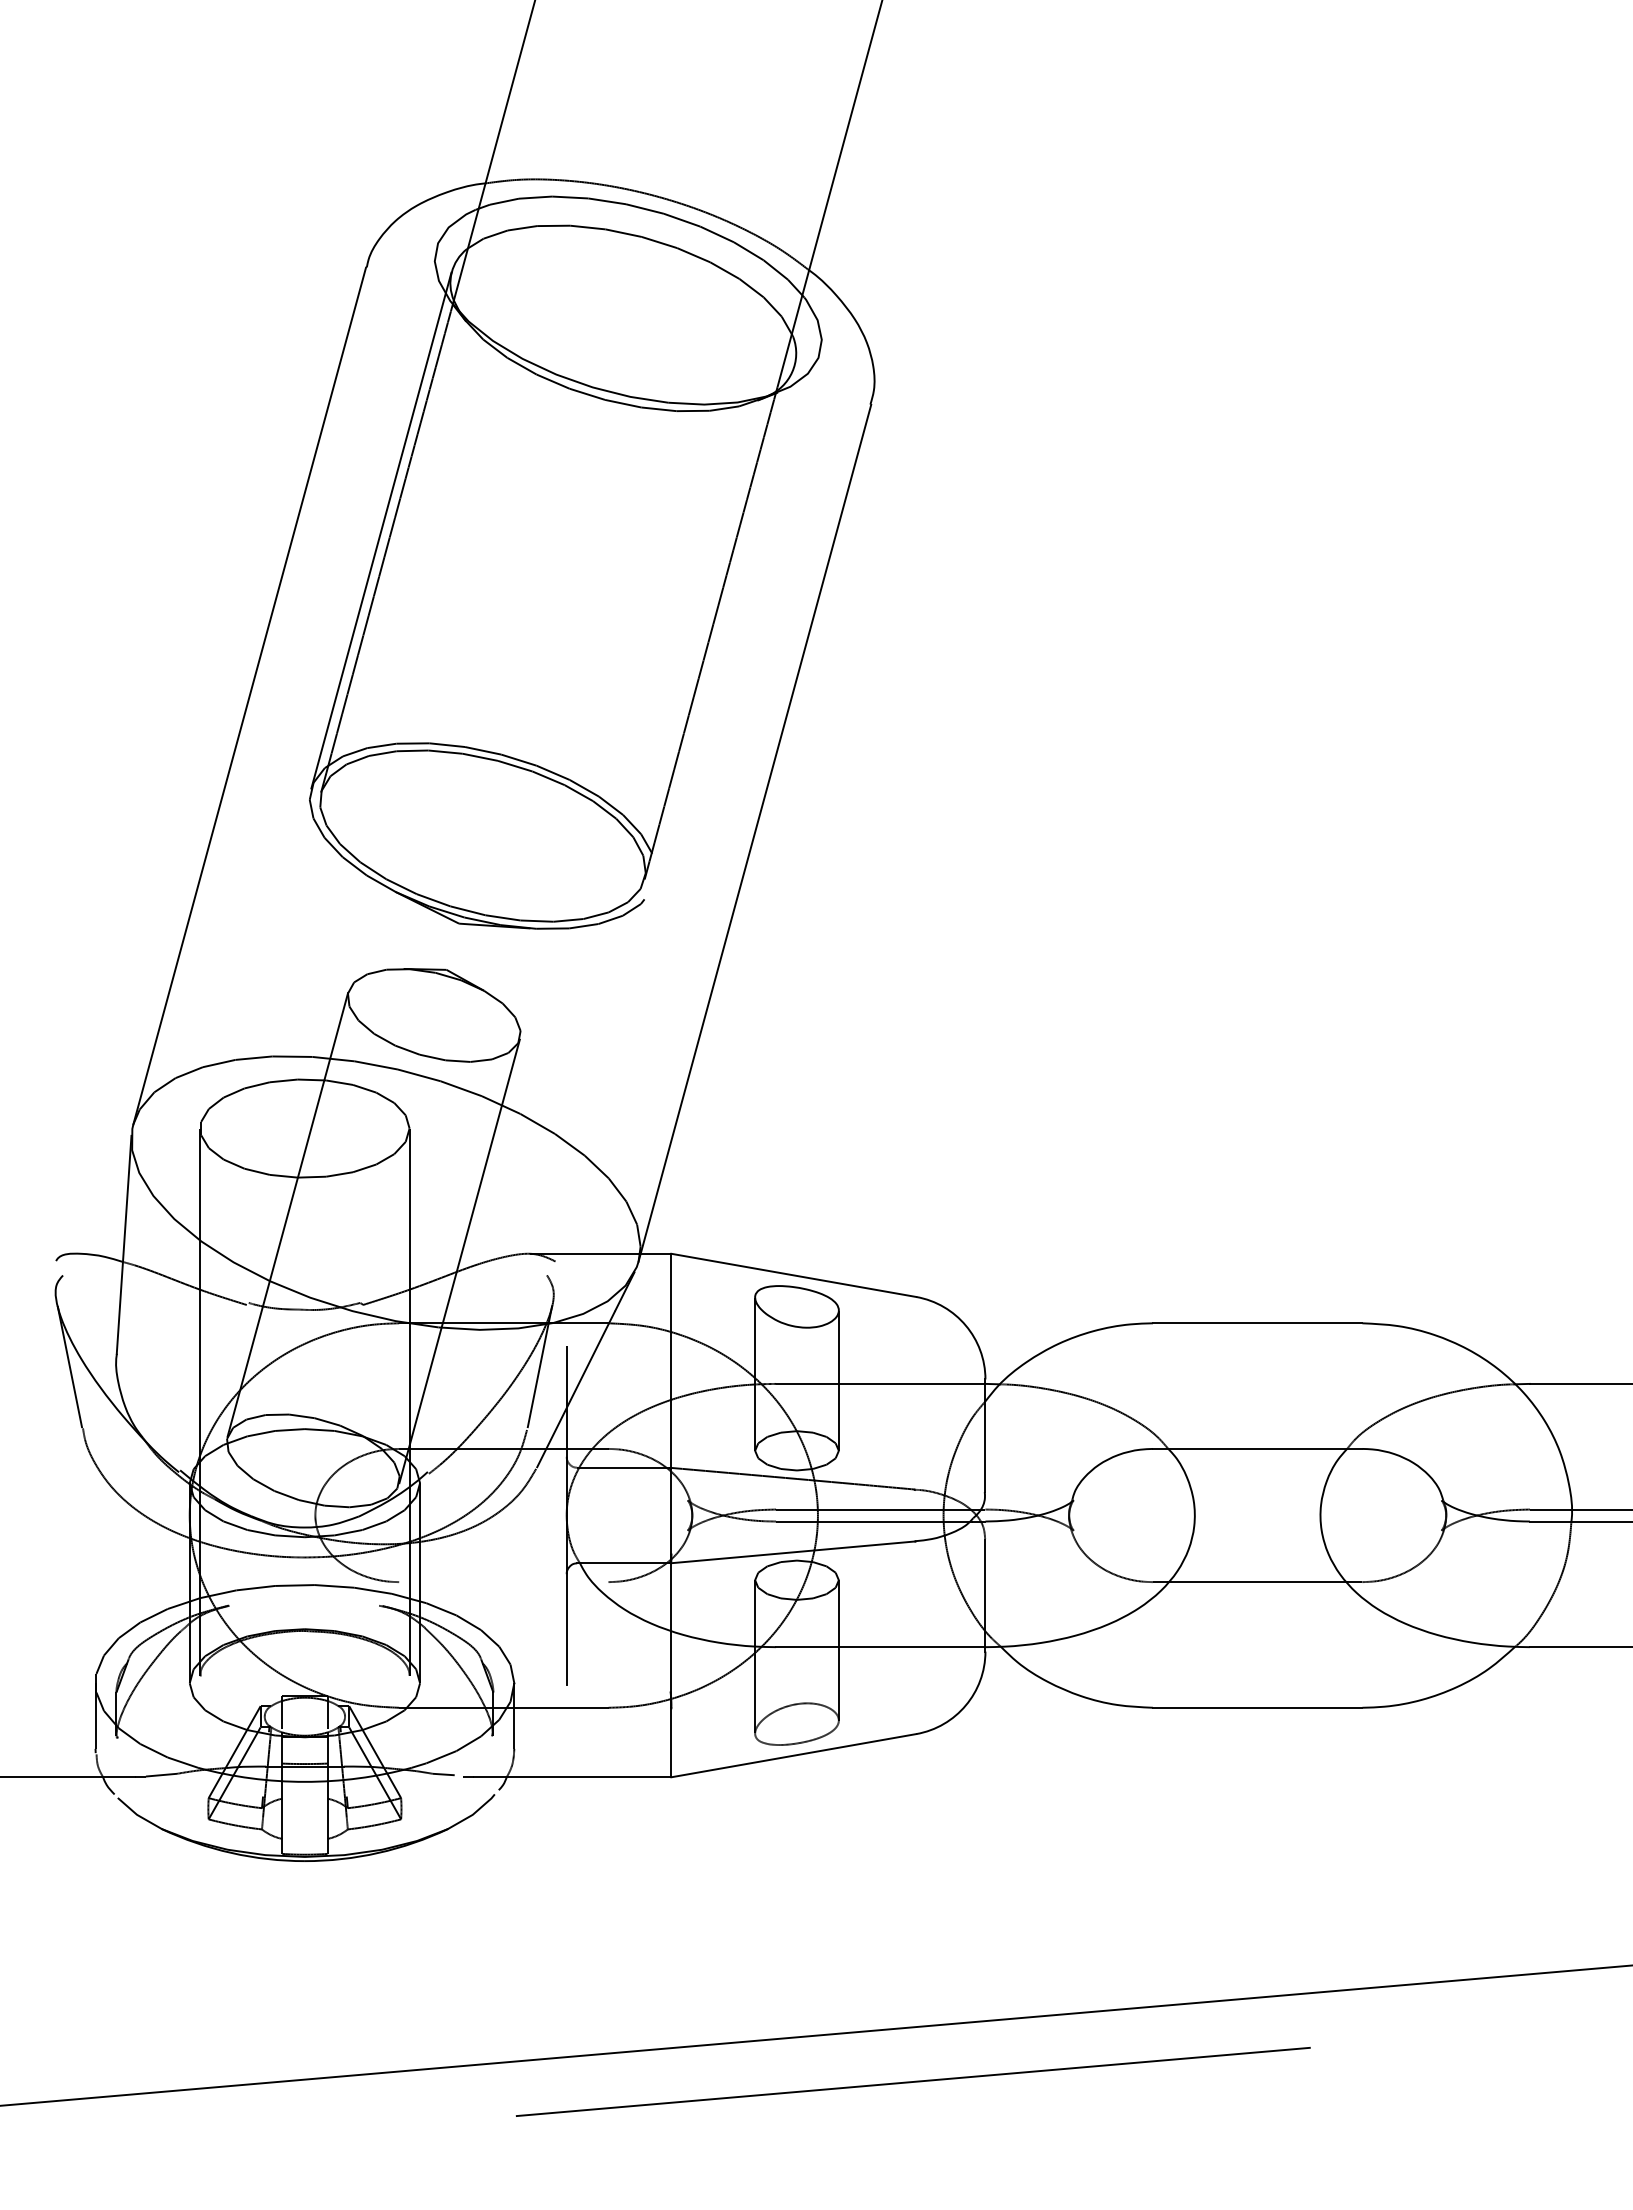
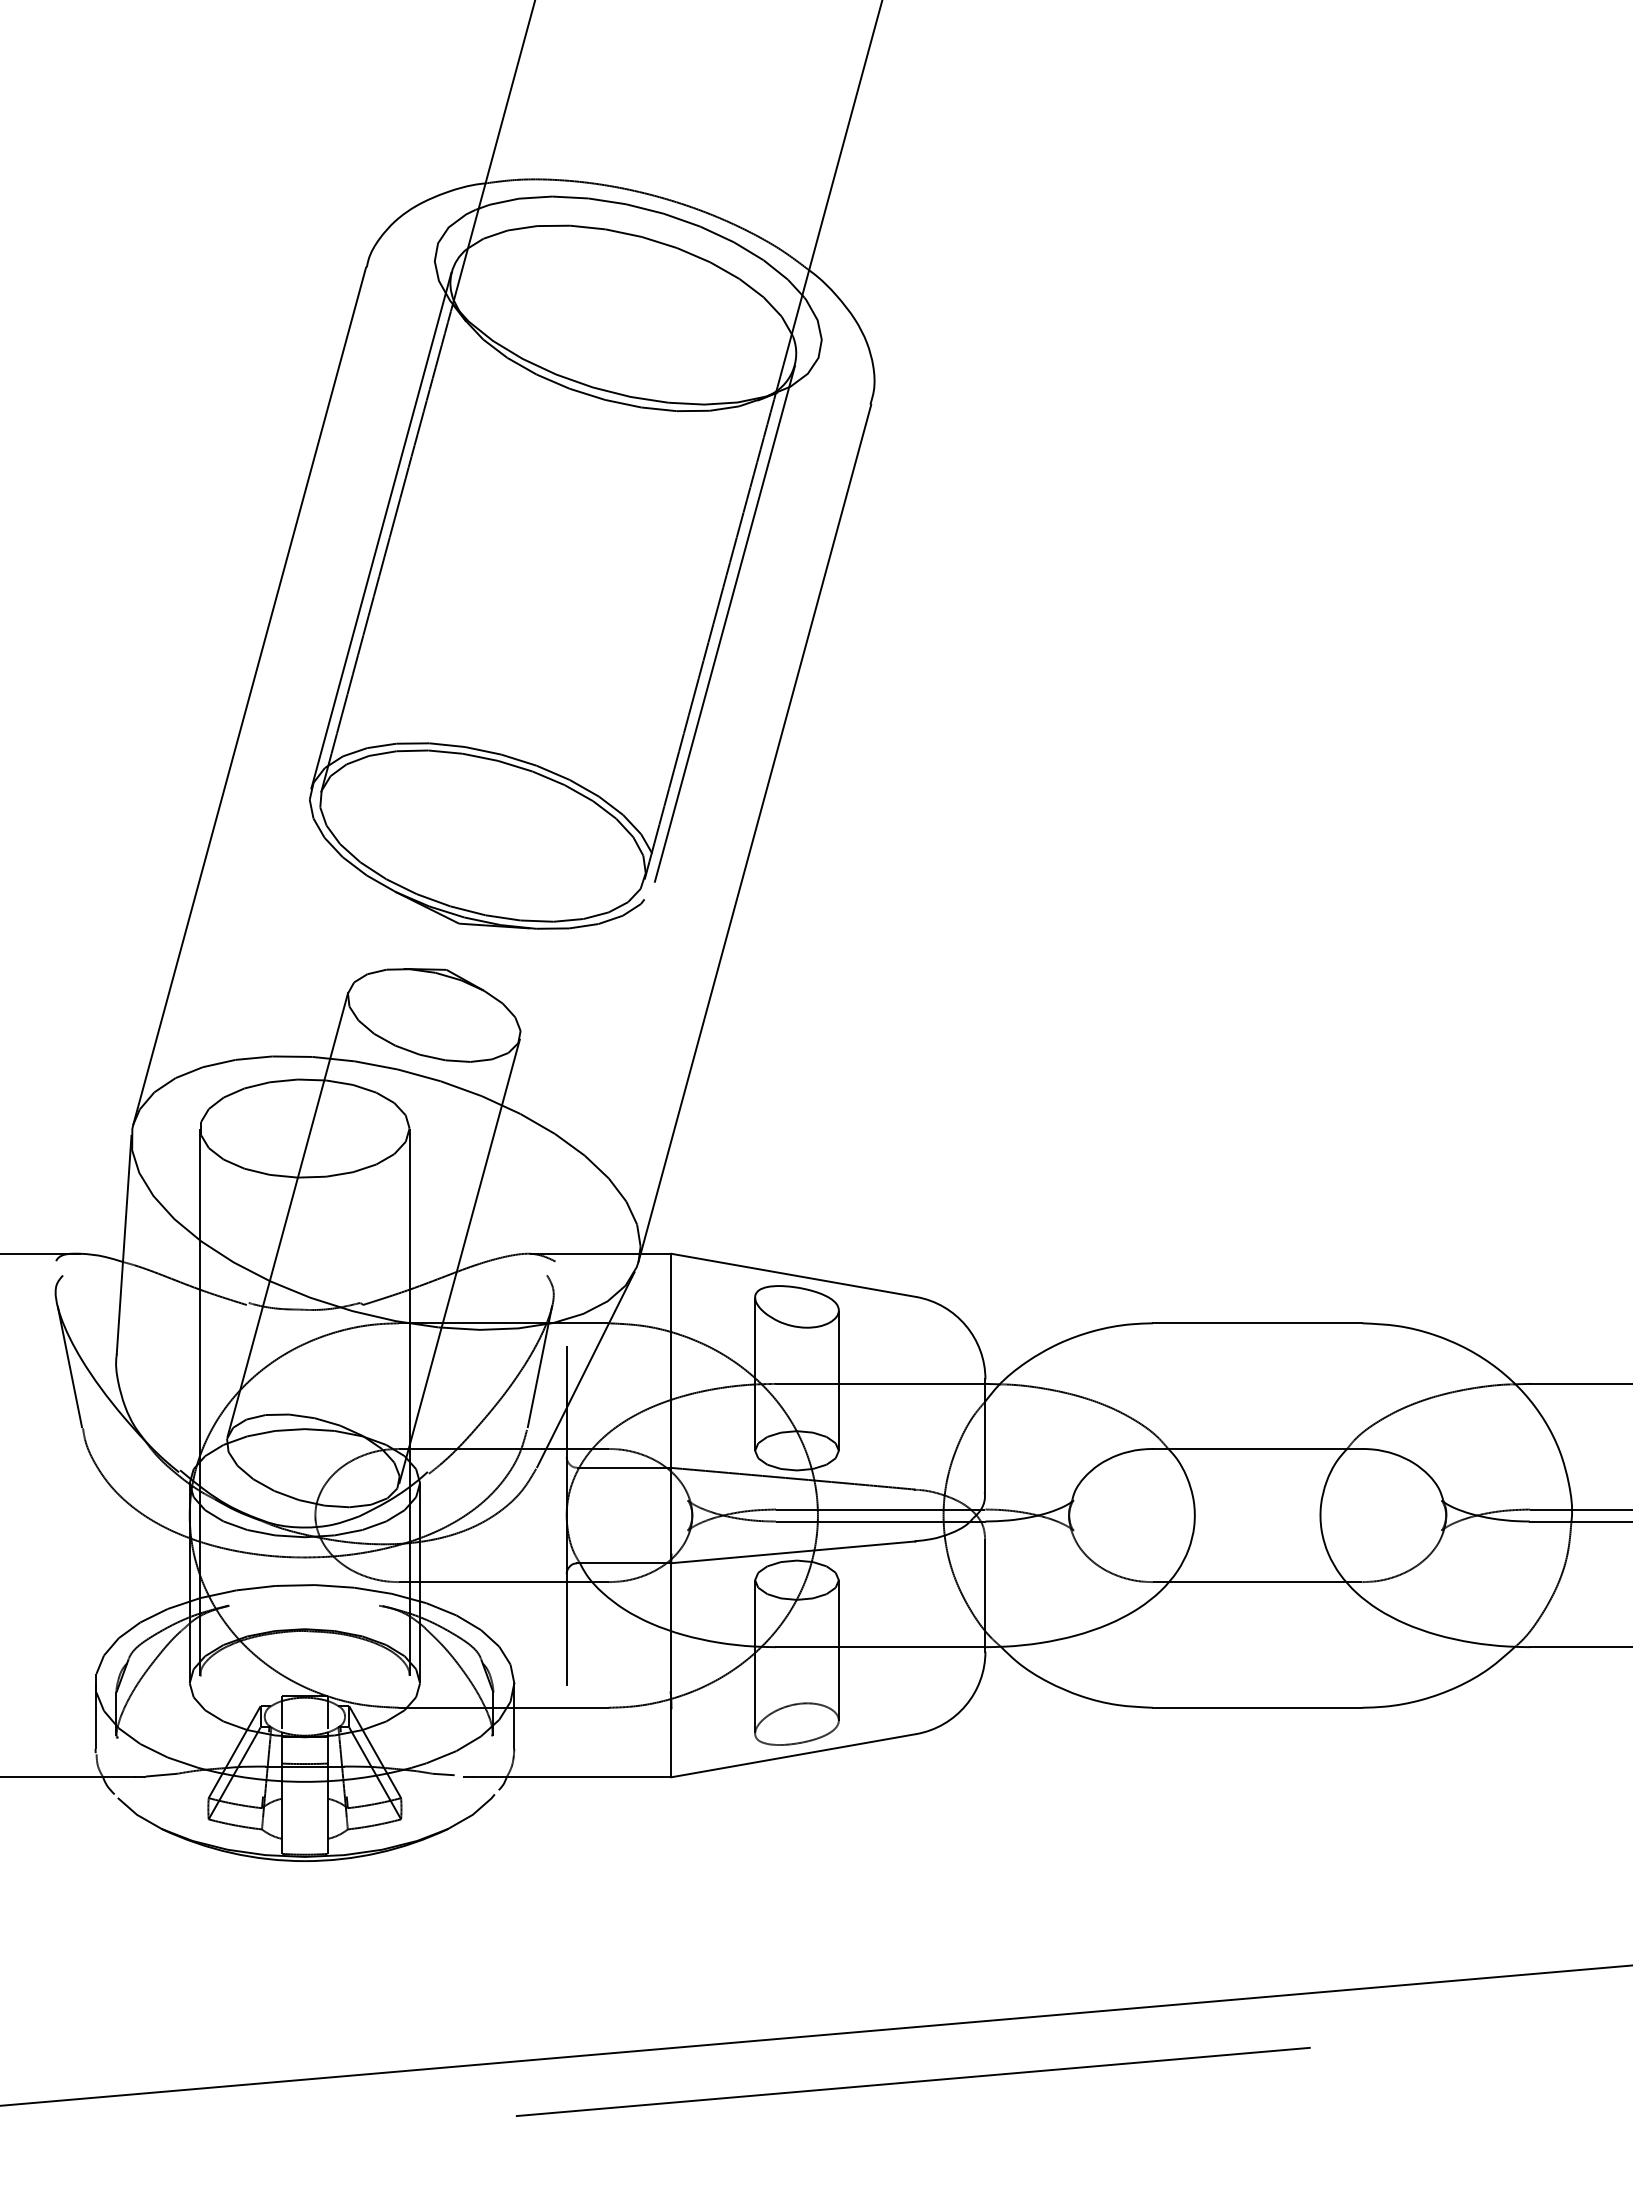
line at (724, 623): none -> present
line at (41, 1253): none -> present
line at (503, 1582): none -> present
